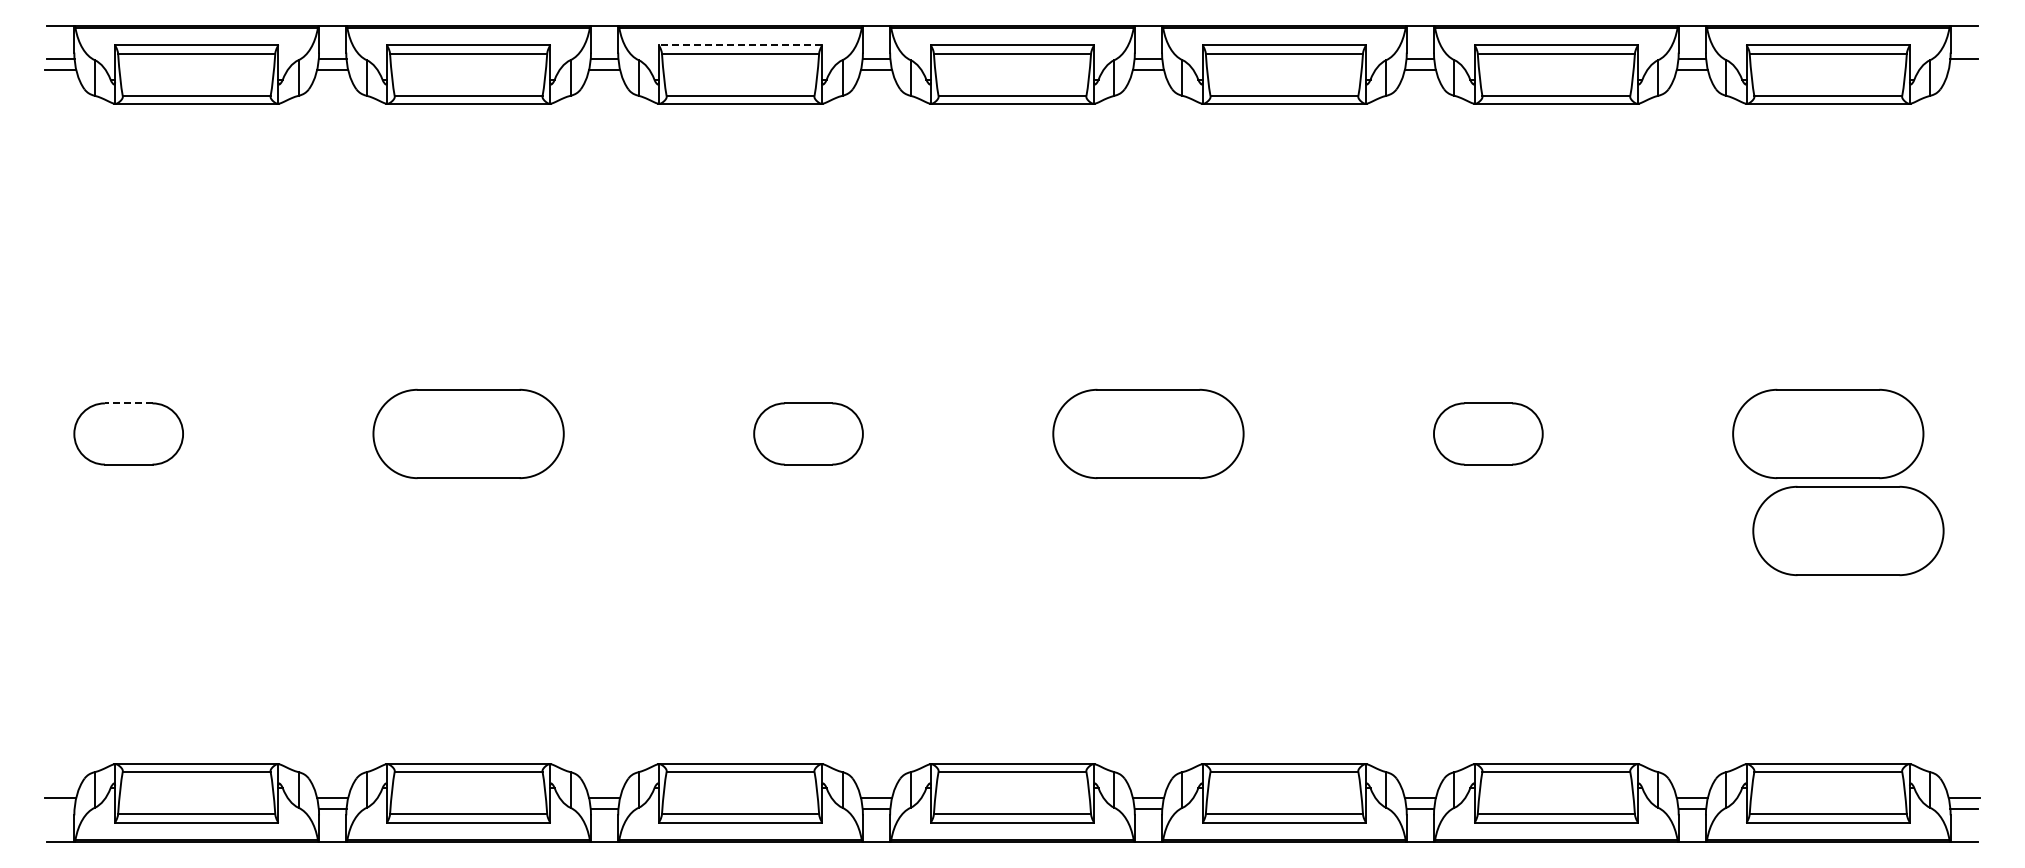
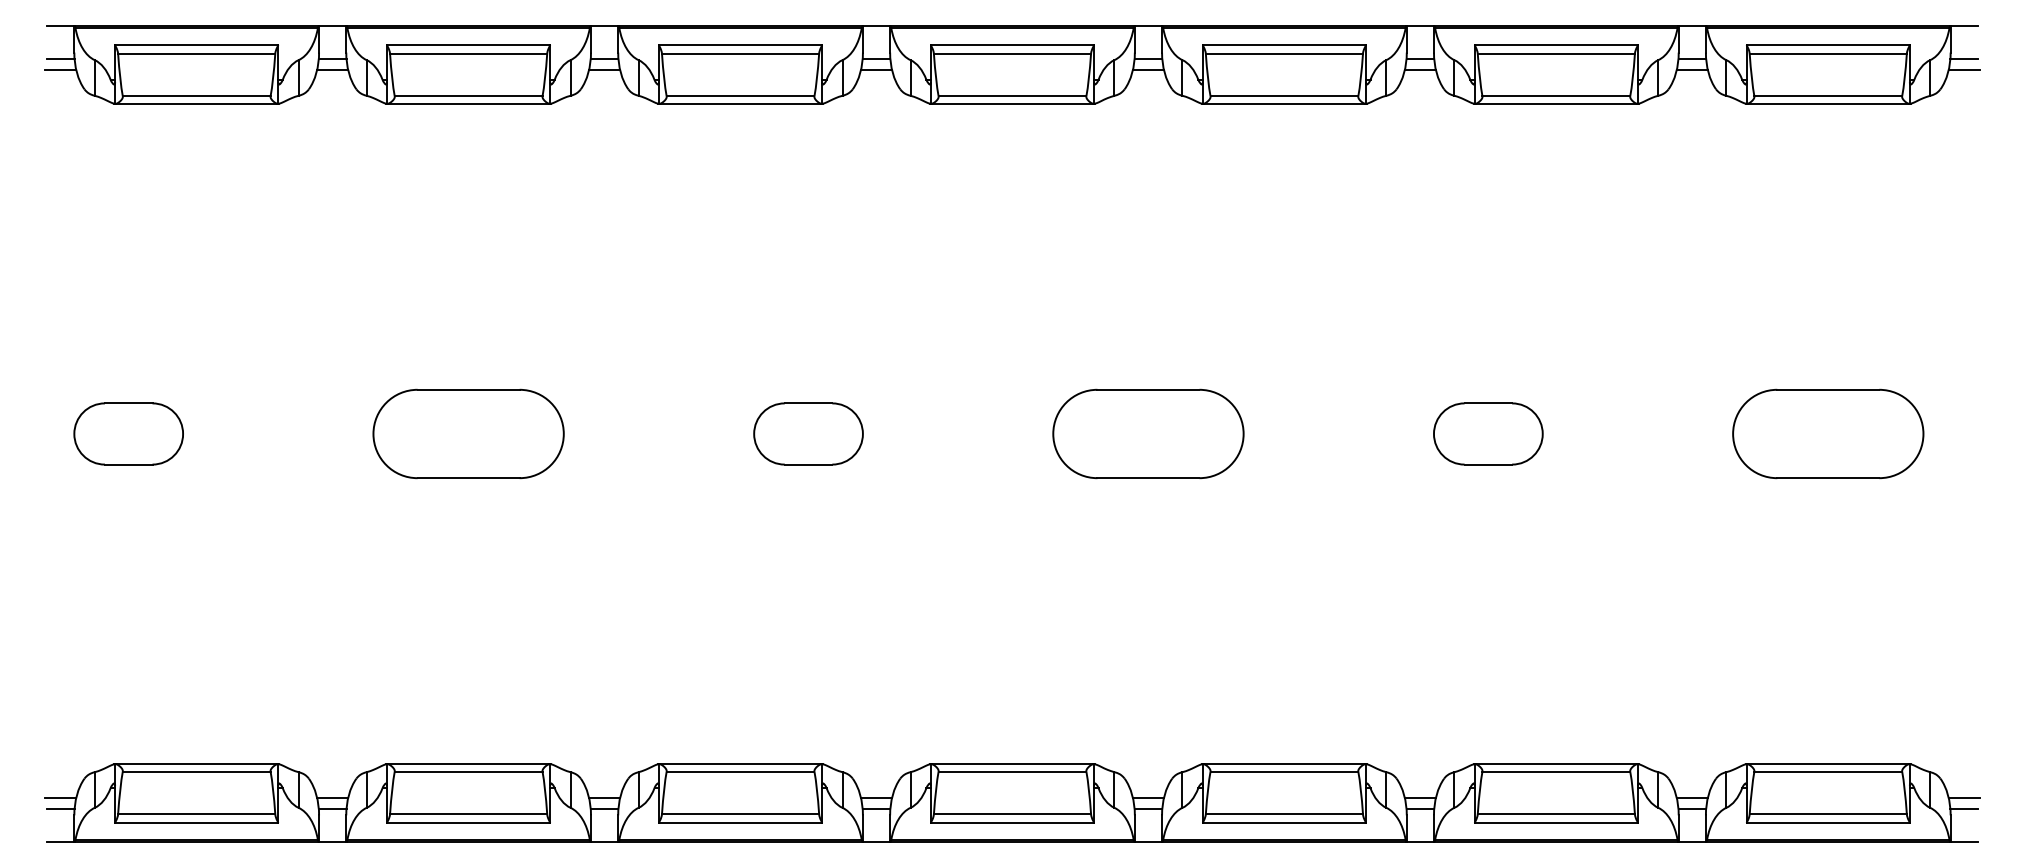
line at (740, 45): dashed -> solid
line at (1963, 69): none -> present
line at (128, 403): dashed -> solid
part at (1848, 530): present -> none
line at (60, 809): none -> present
